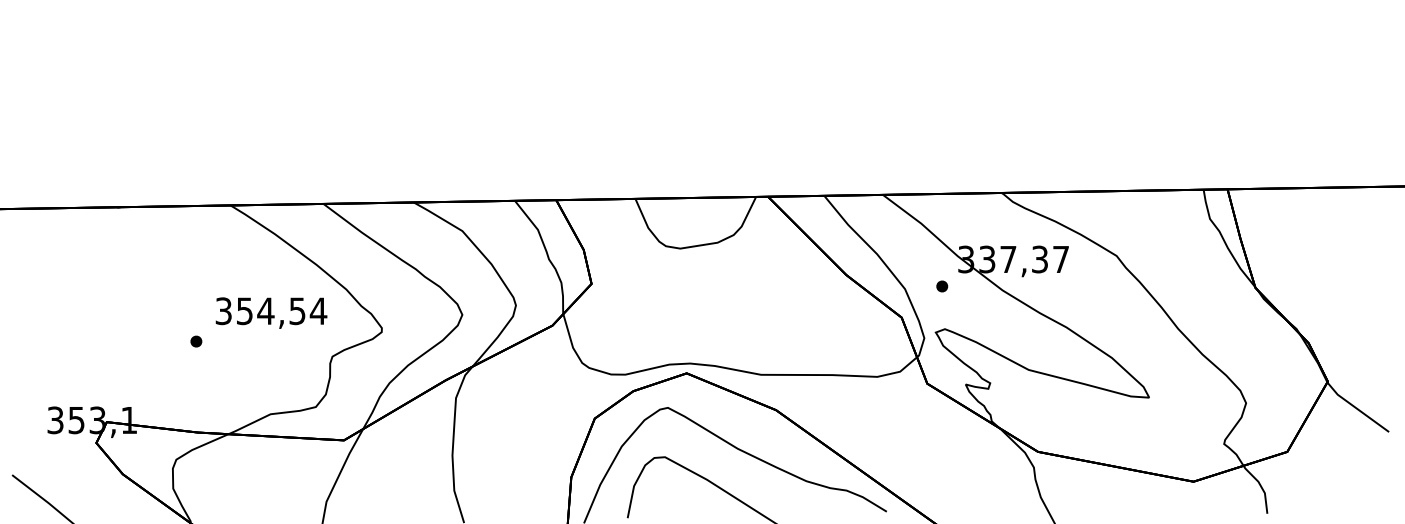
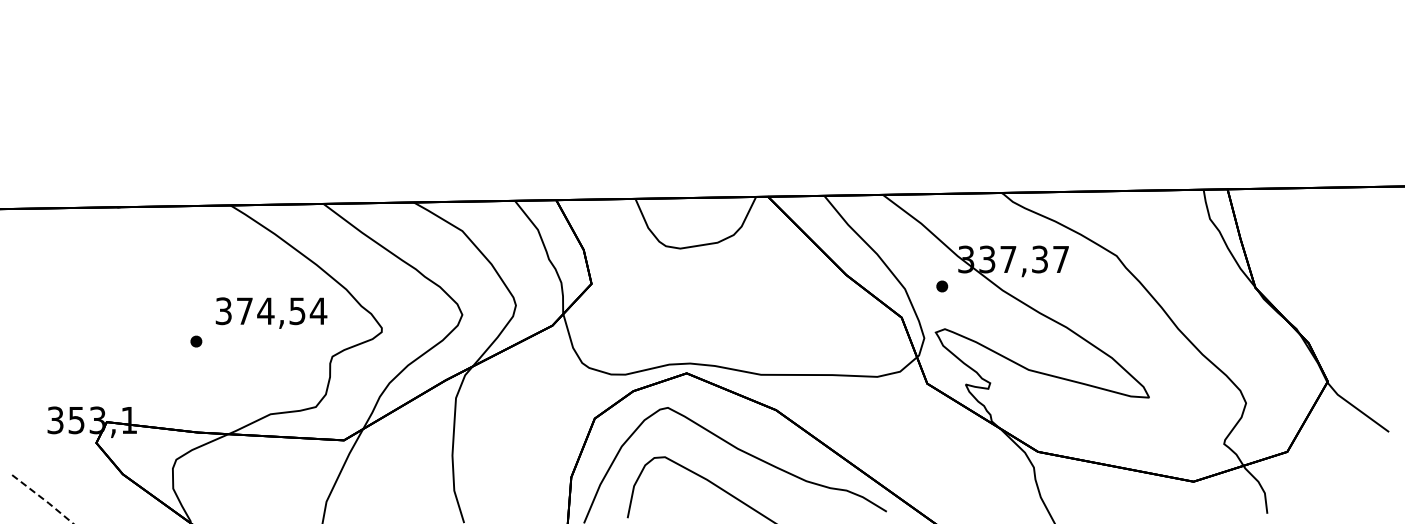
text at (244, 311): 354,54 -> 374,54
line at (43, 499): solid -> dashed
